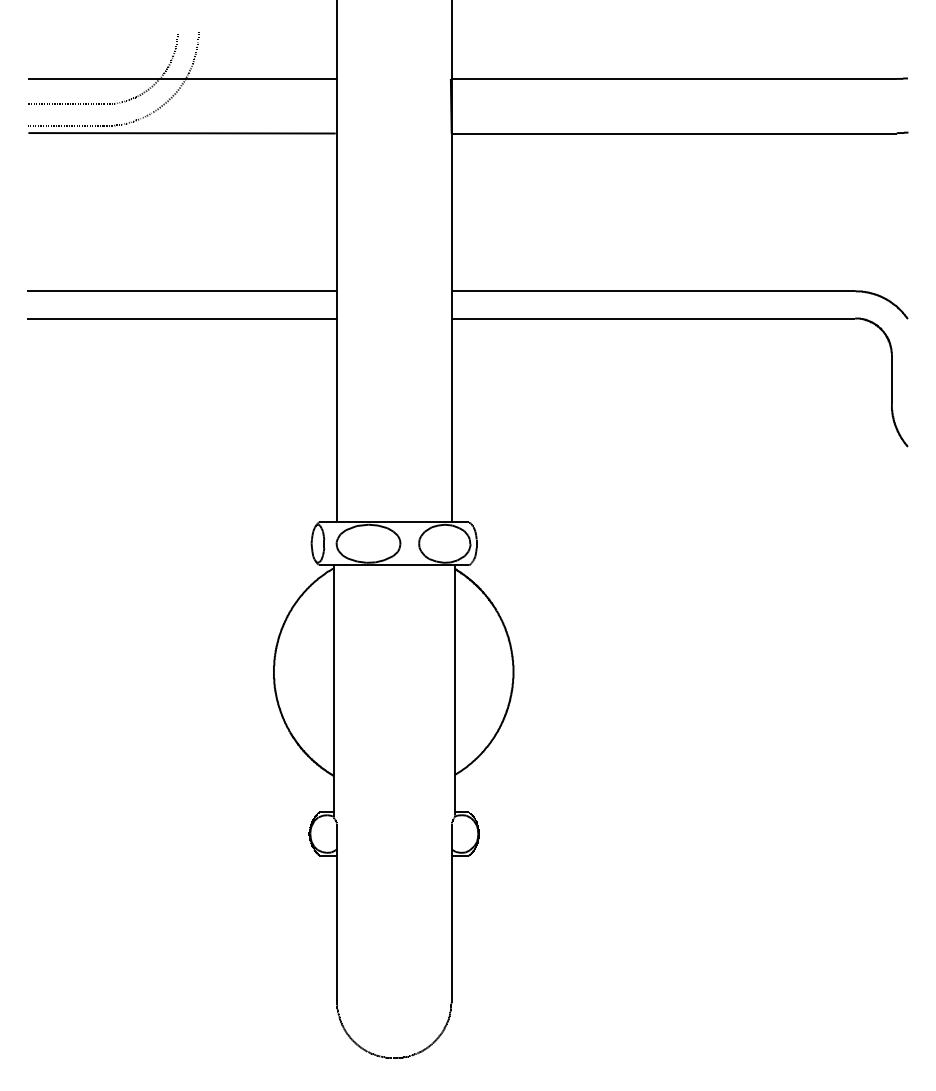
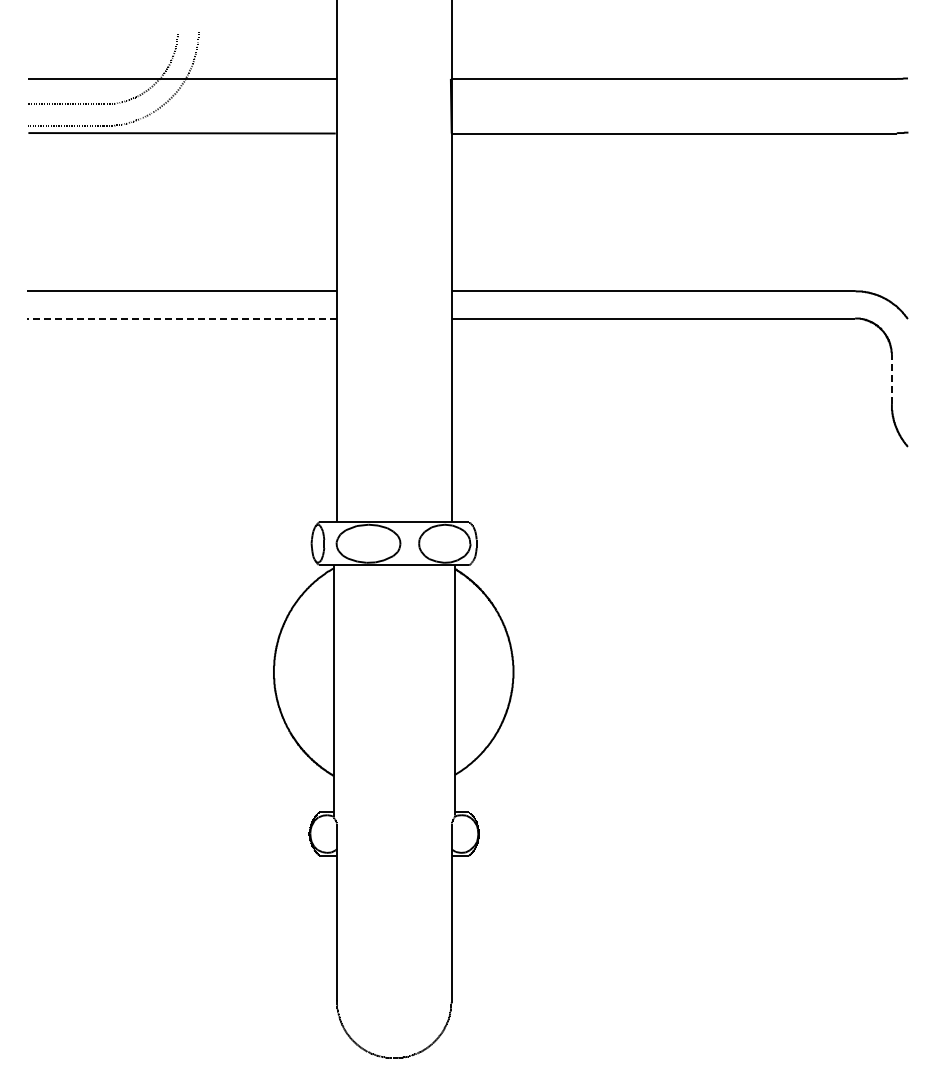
line at (181, 318): solid -> dashed
line at (891, 379): solid -> dashed
